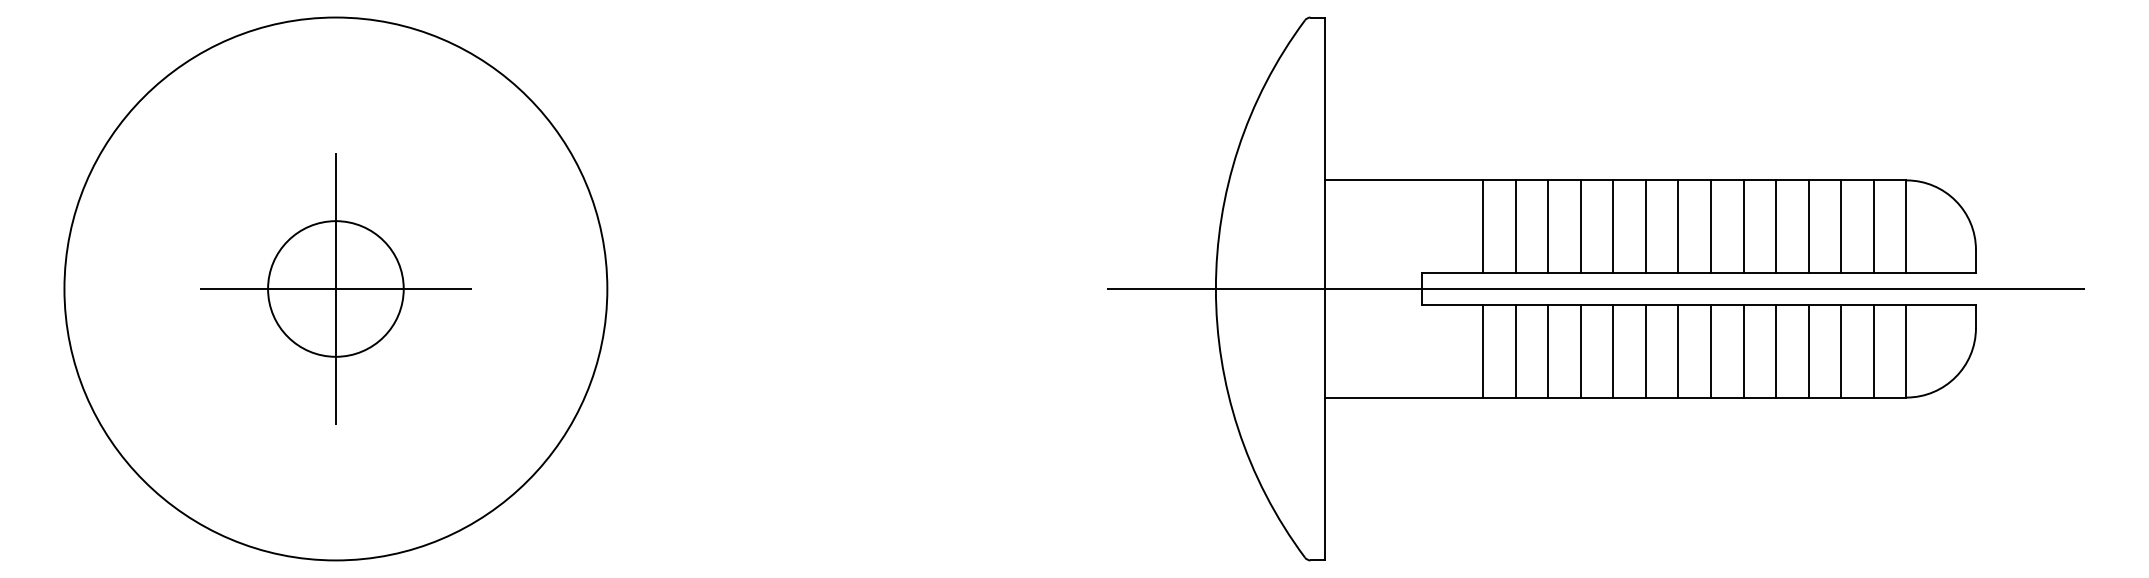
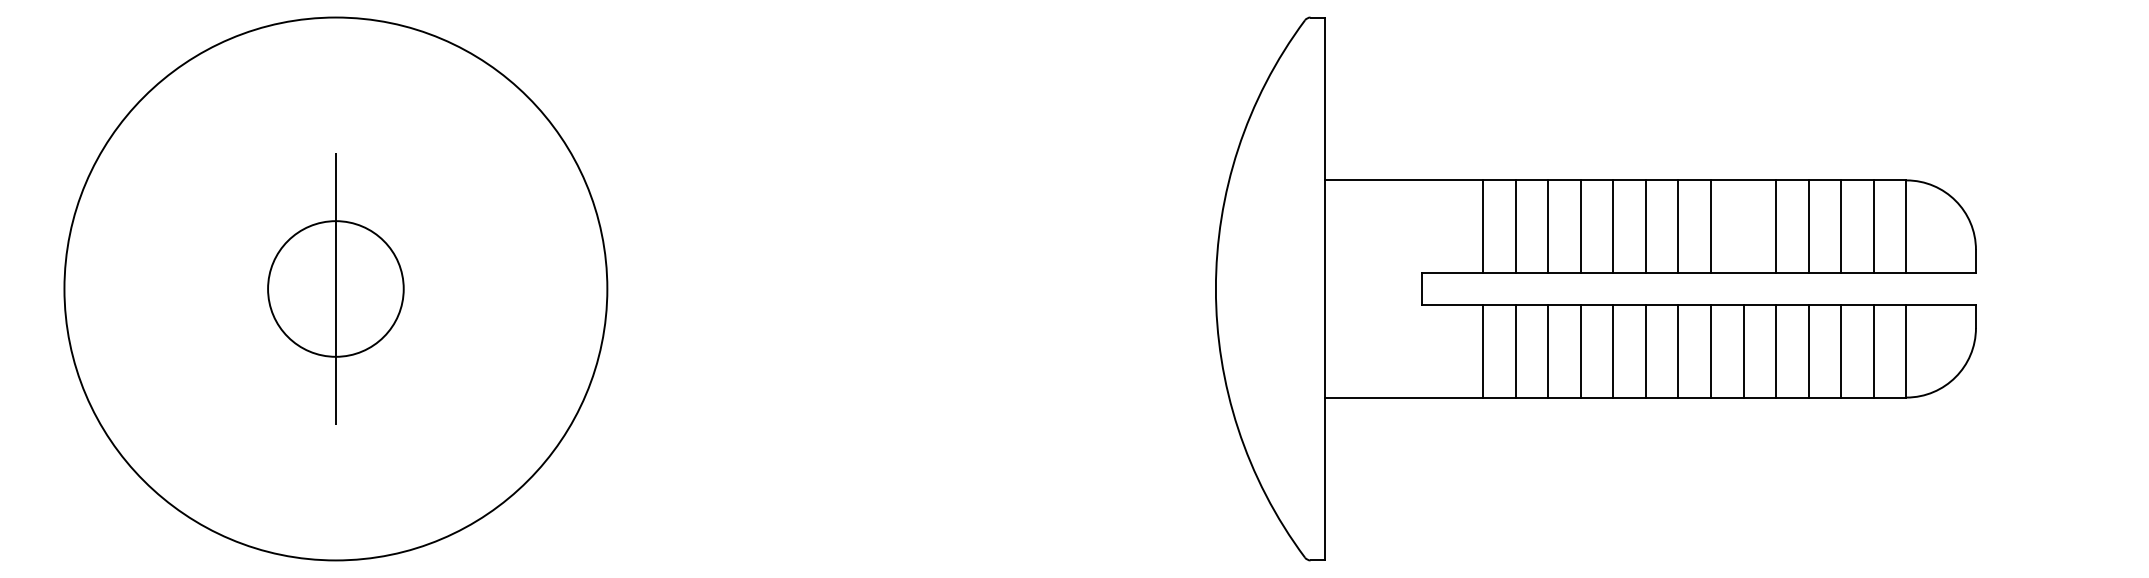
line at (1743, 226): present -> none
line at (335, 288): present -> none
line at (1595, 288): present -> none
